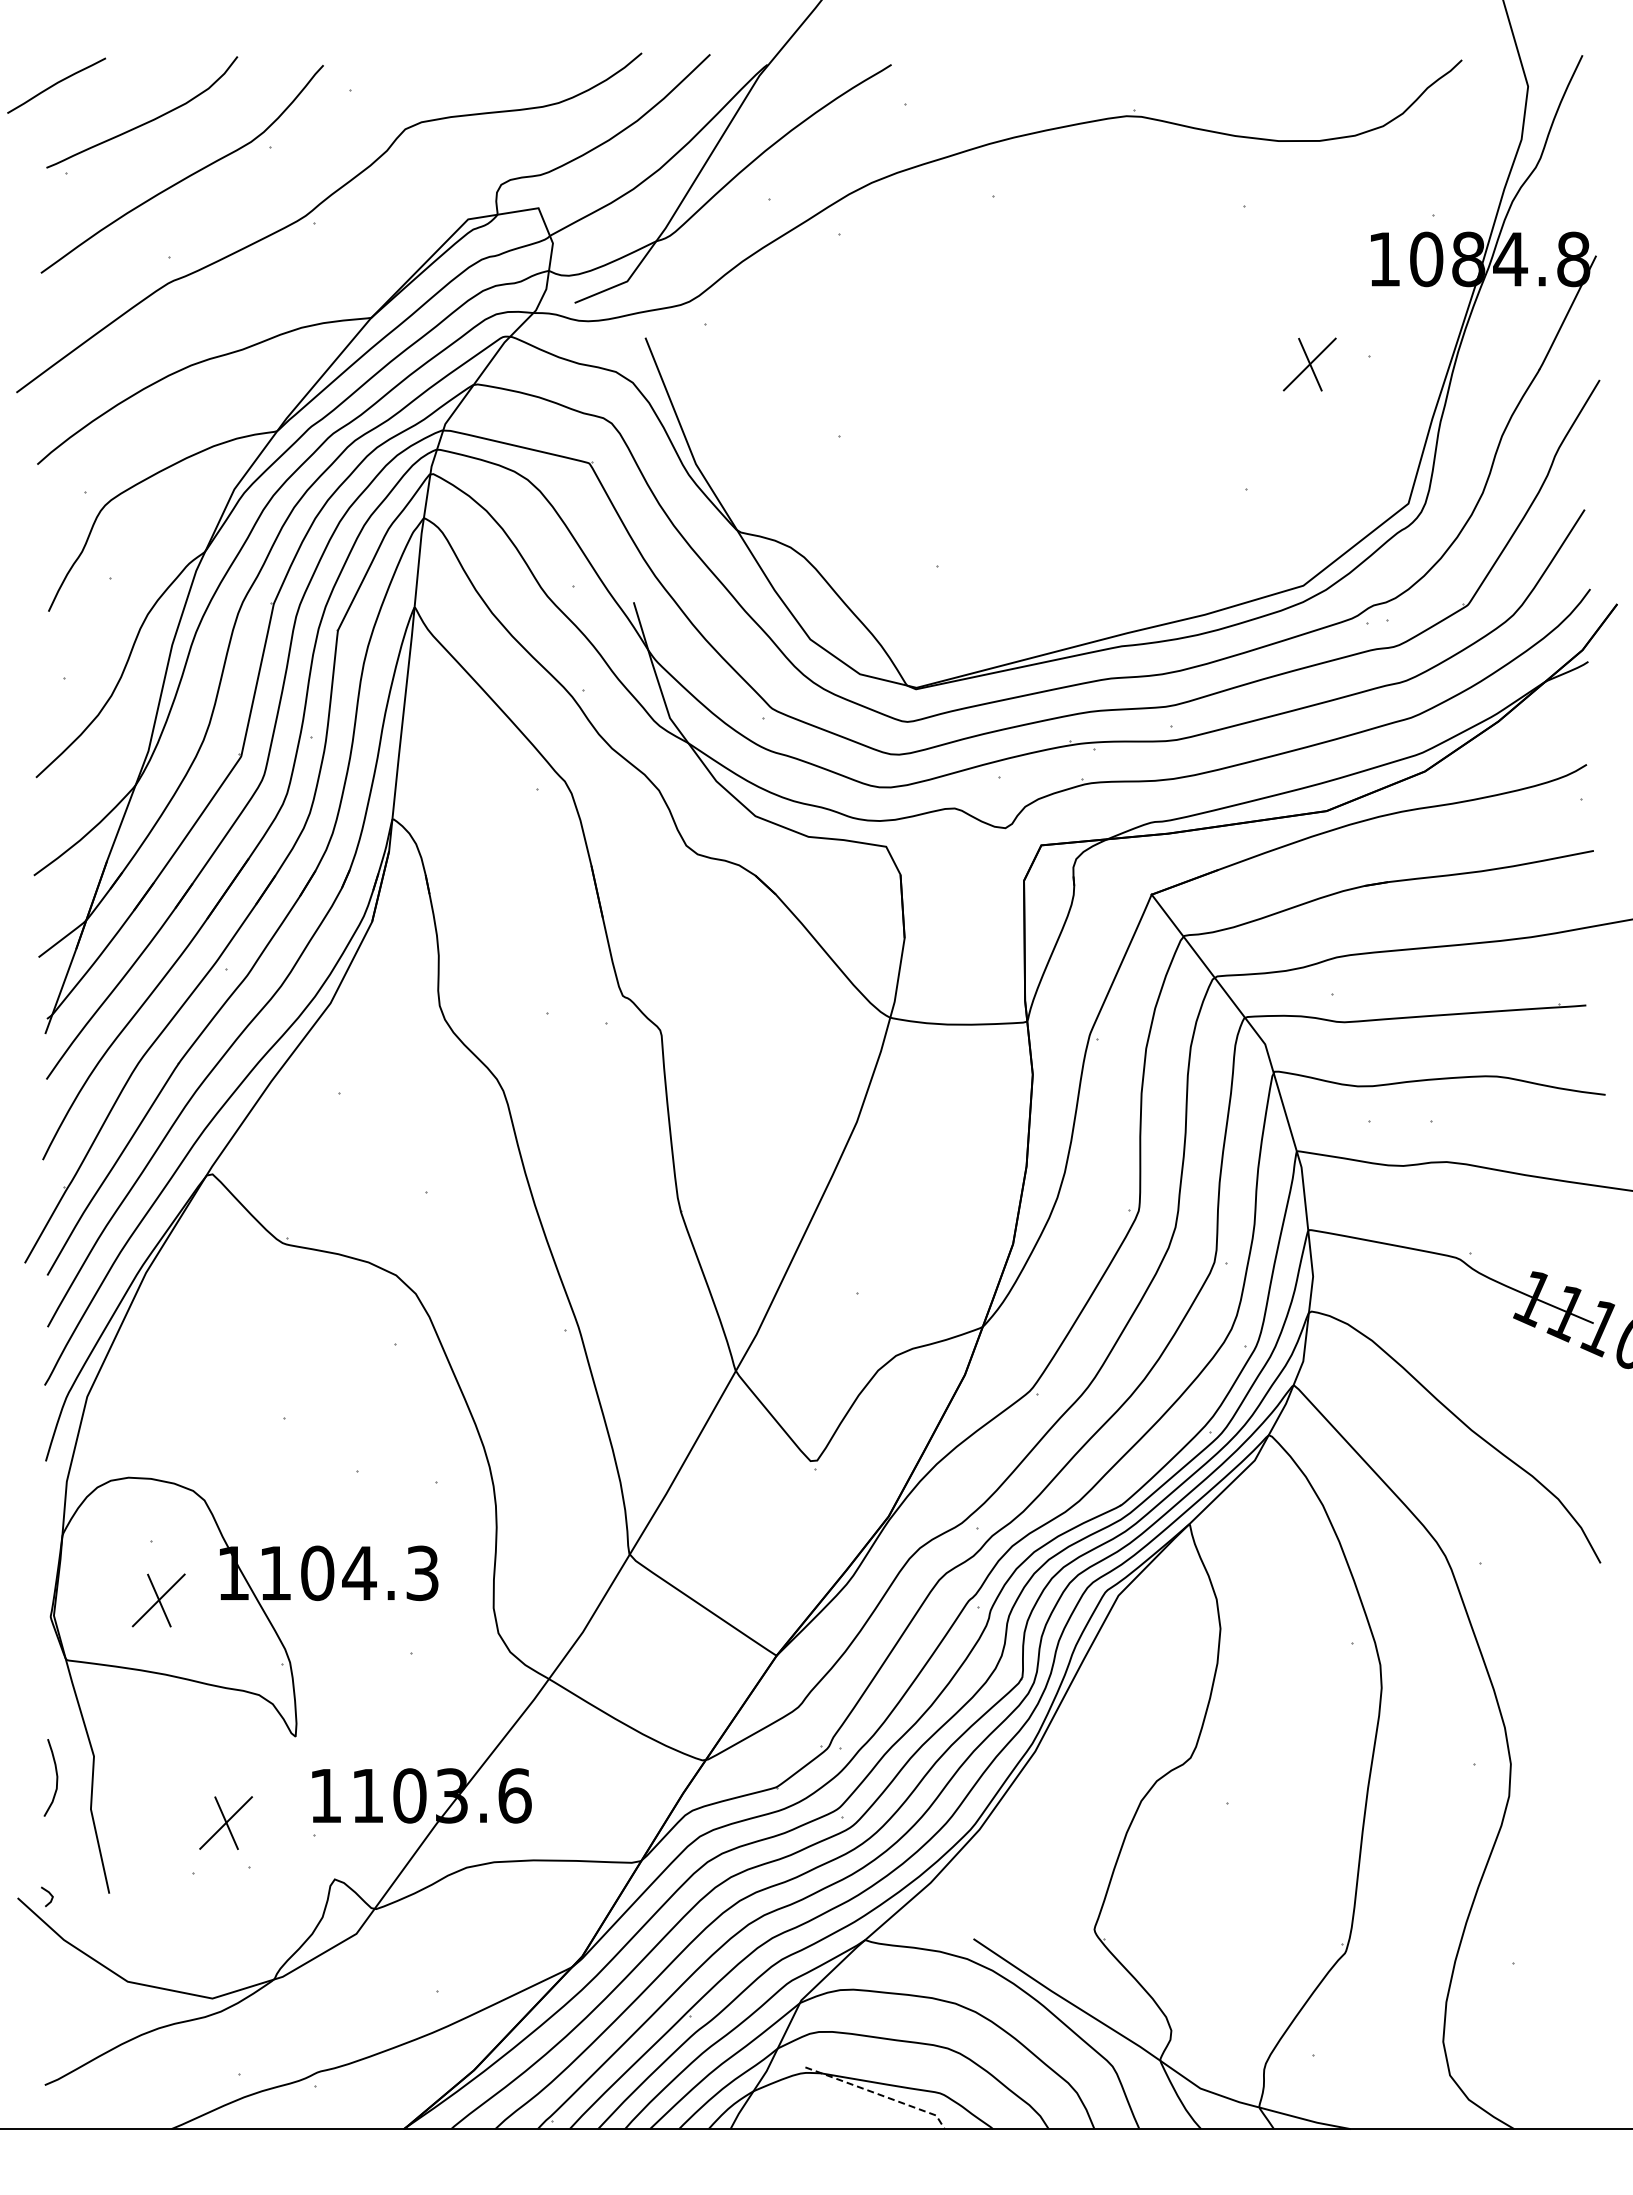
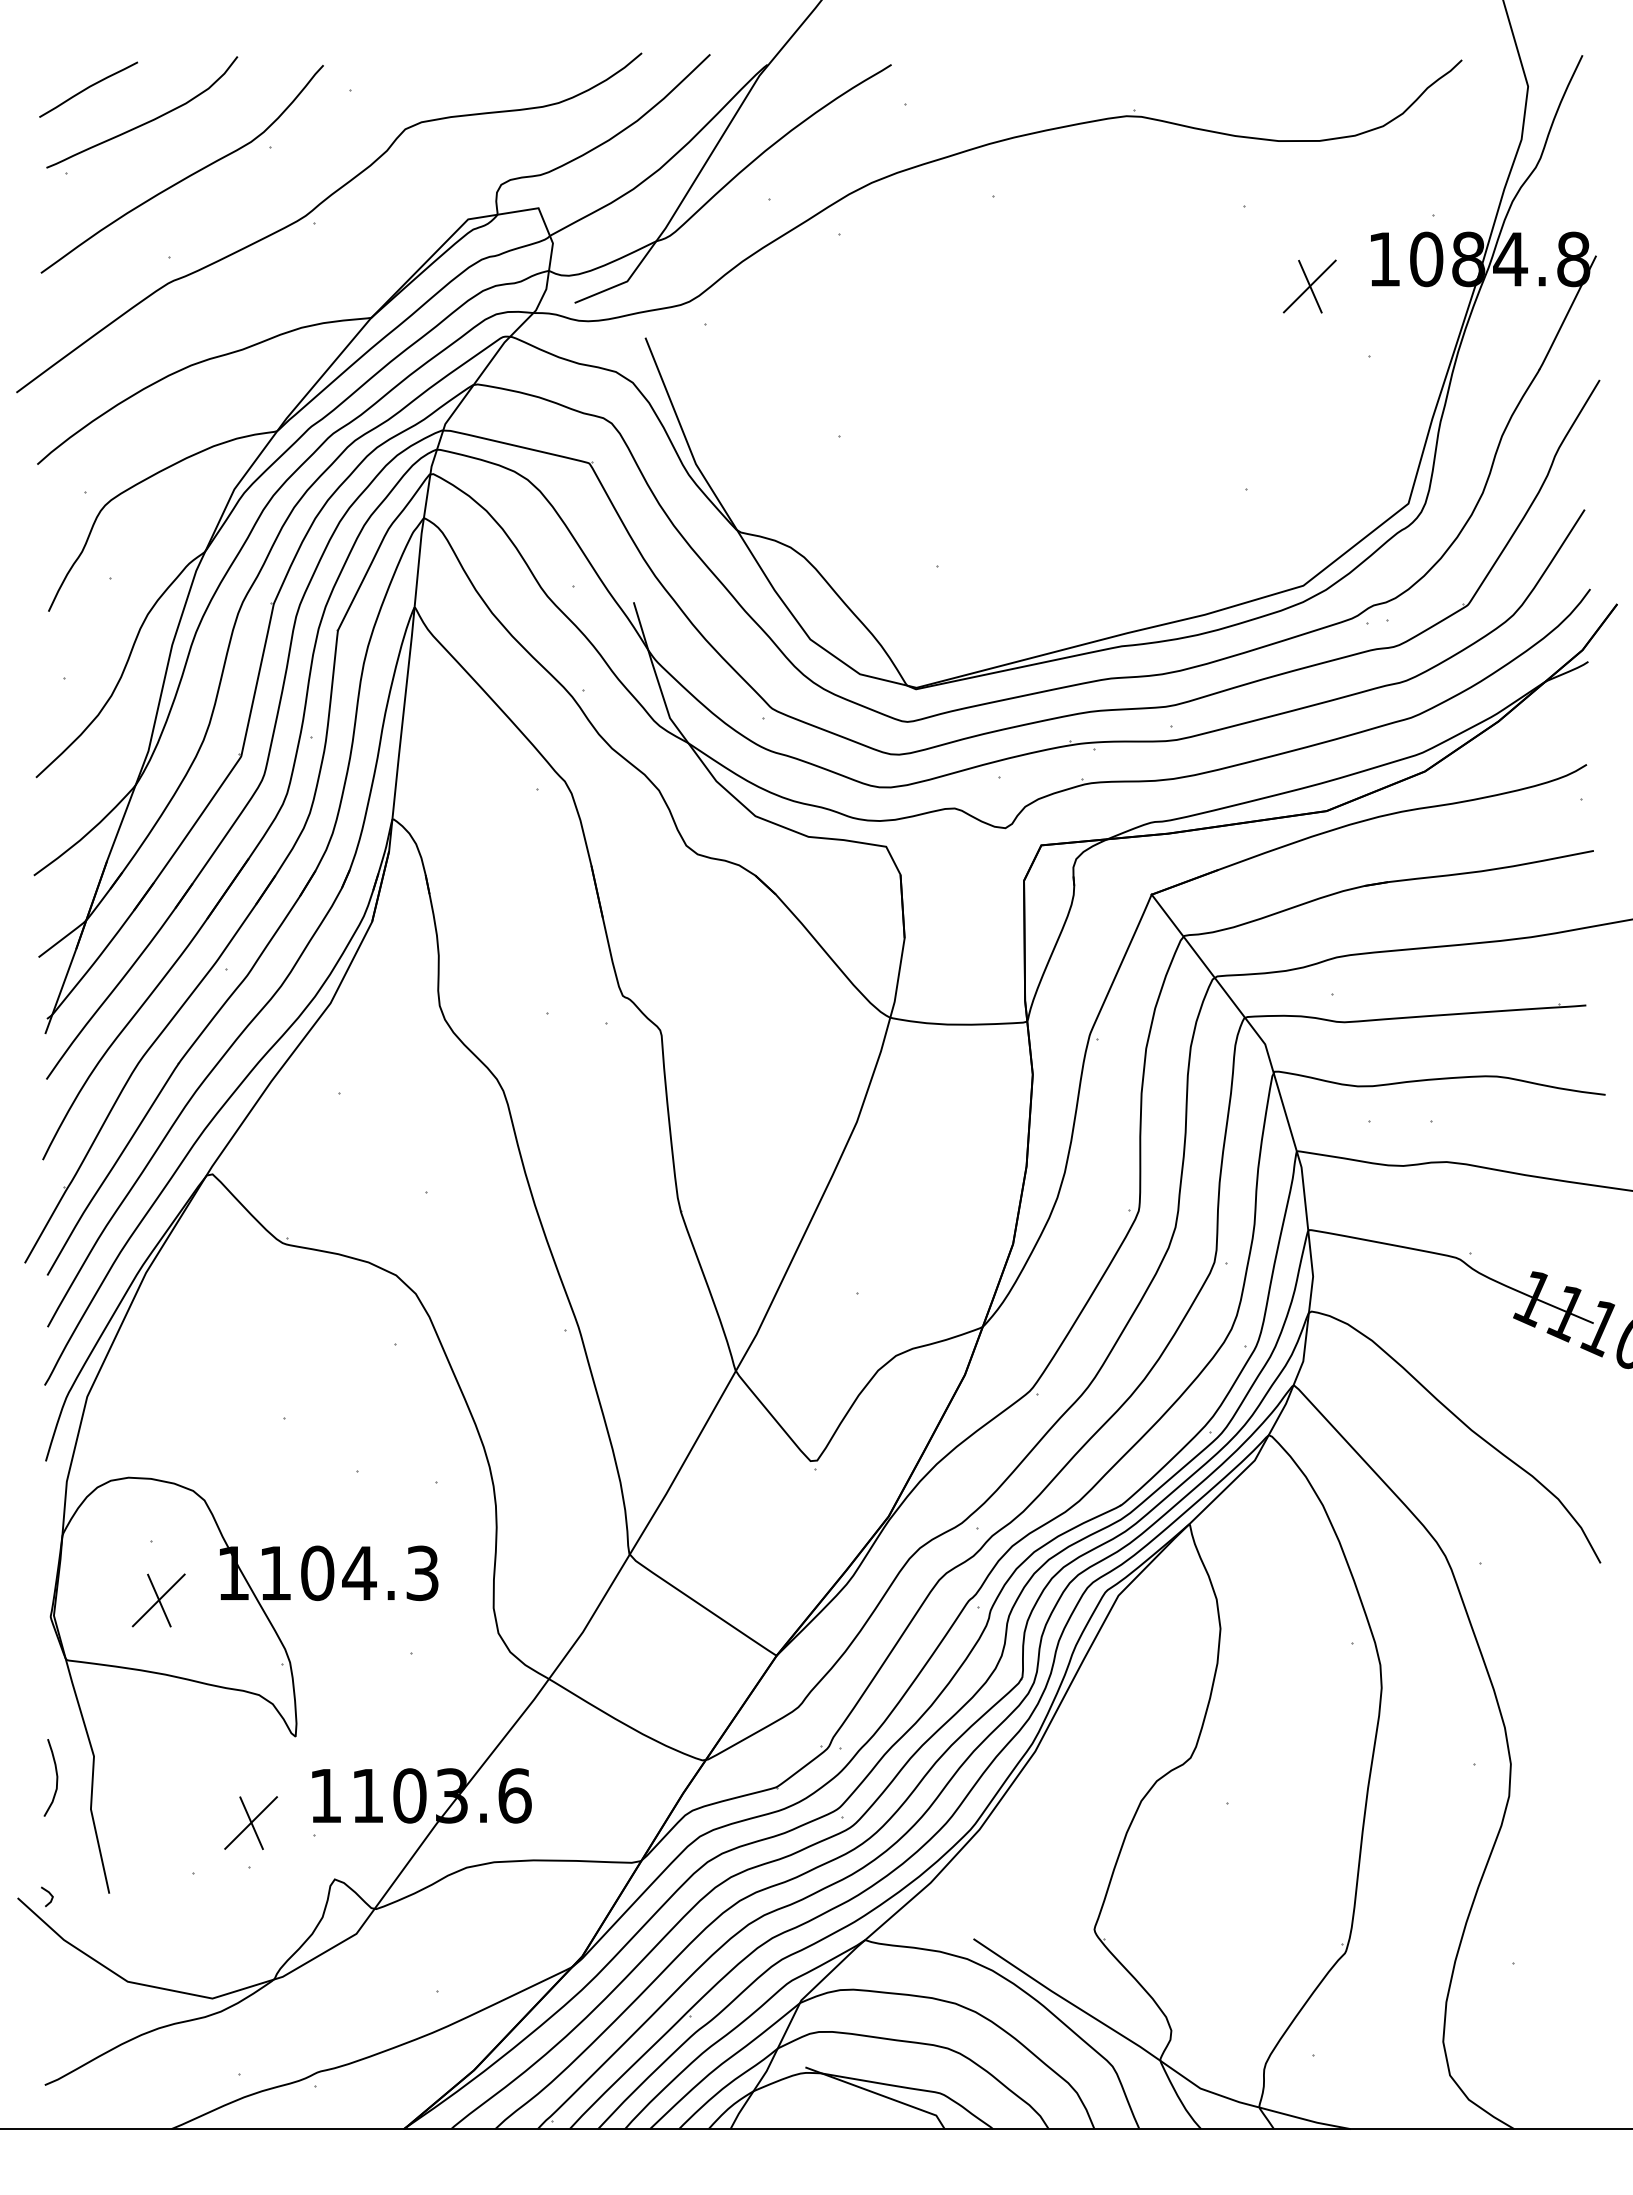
curve at (56, 84) position: (56, 84) -> (88, 88)
part at (1309, 364) position: (1309, 364) -> (1309, 286)
part at (225, 1822) position: (225, 1822) -> (250, 1822)
line at (879, 2094): dashed -> solid
